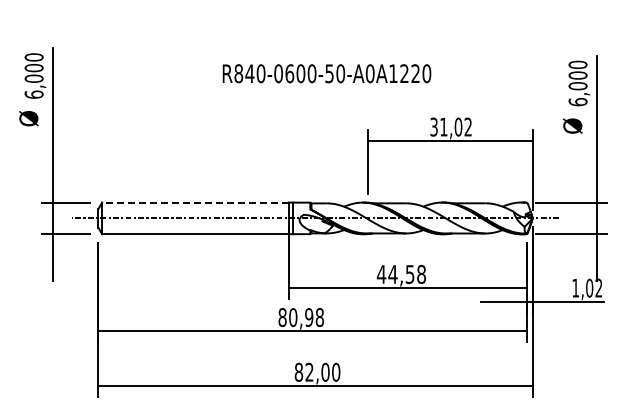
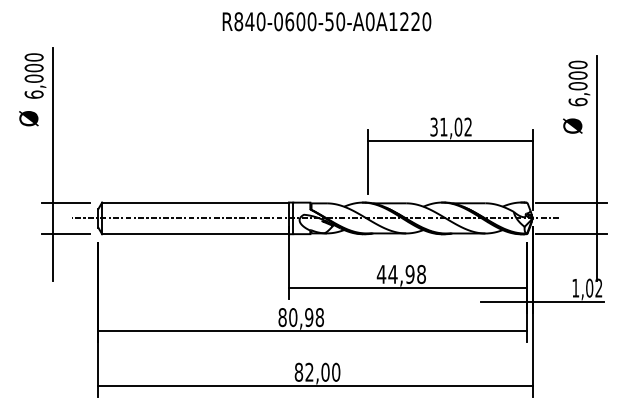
text at (326, 73) position: (326, 73) -> (326, 21)
line at (195, 202): dashed -> solid
text at (409, 274): 44,58 -> 44,98
